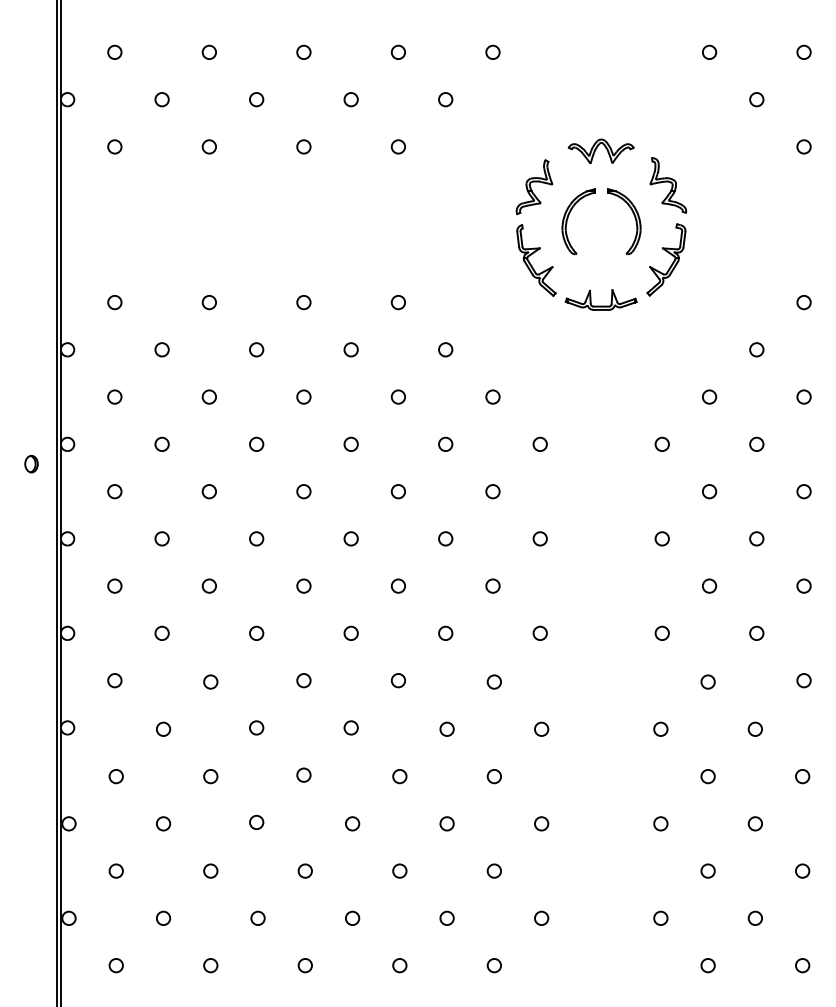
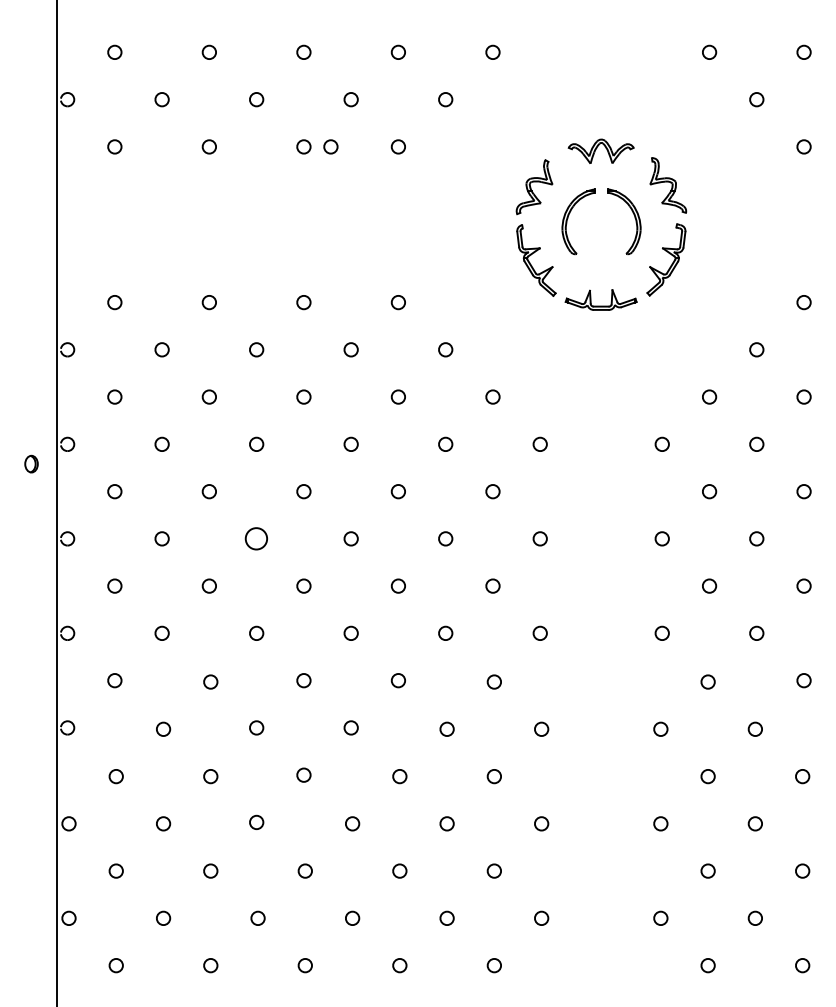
circle at (330, 146): none -> present
line at (60, 502): present -> none
circle at (256, 538) size: 16x16 px -> 24x24 px
